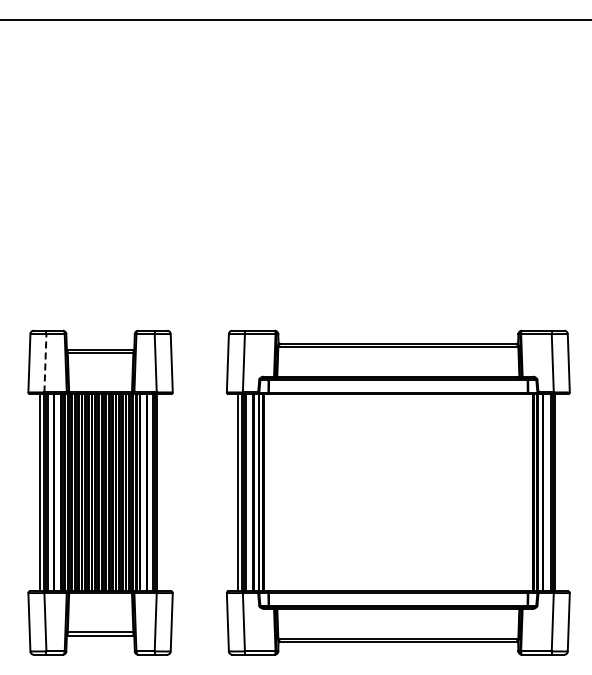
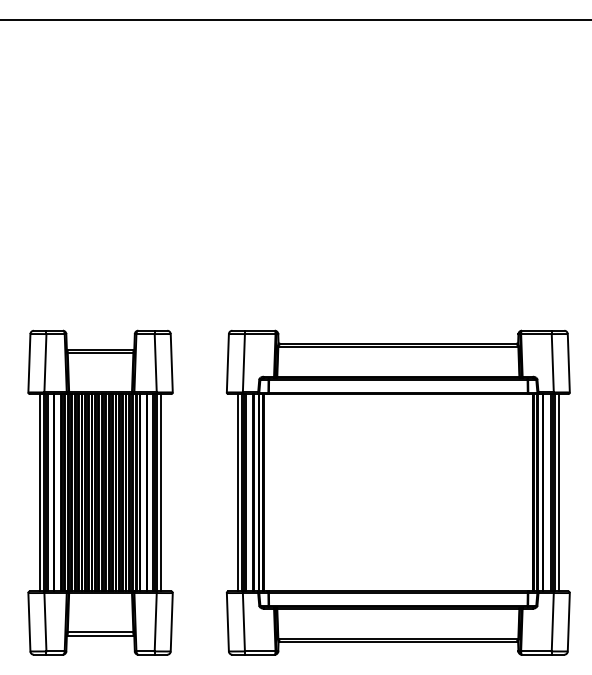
line at (45, 362): dashed -> solid
line at (160, 492): none -> present
line at (558, 492): none -> present
